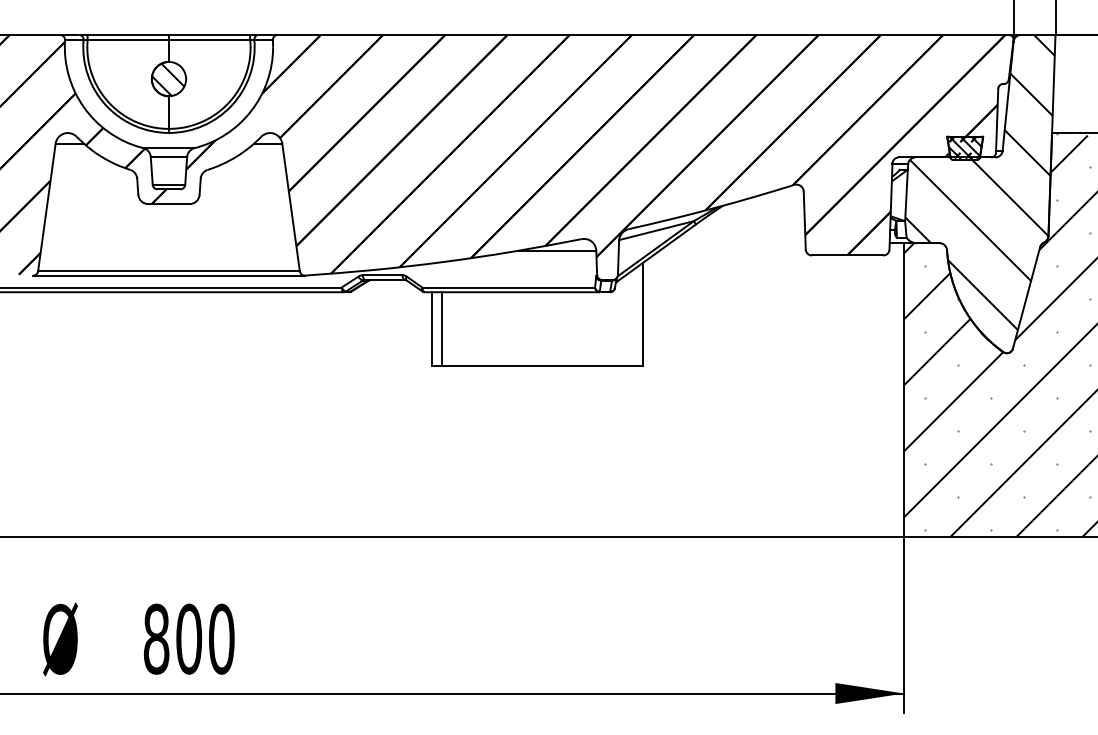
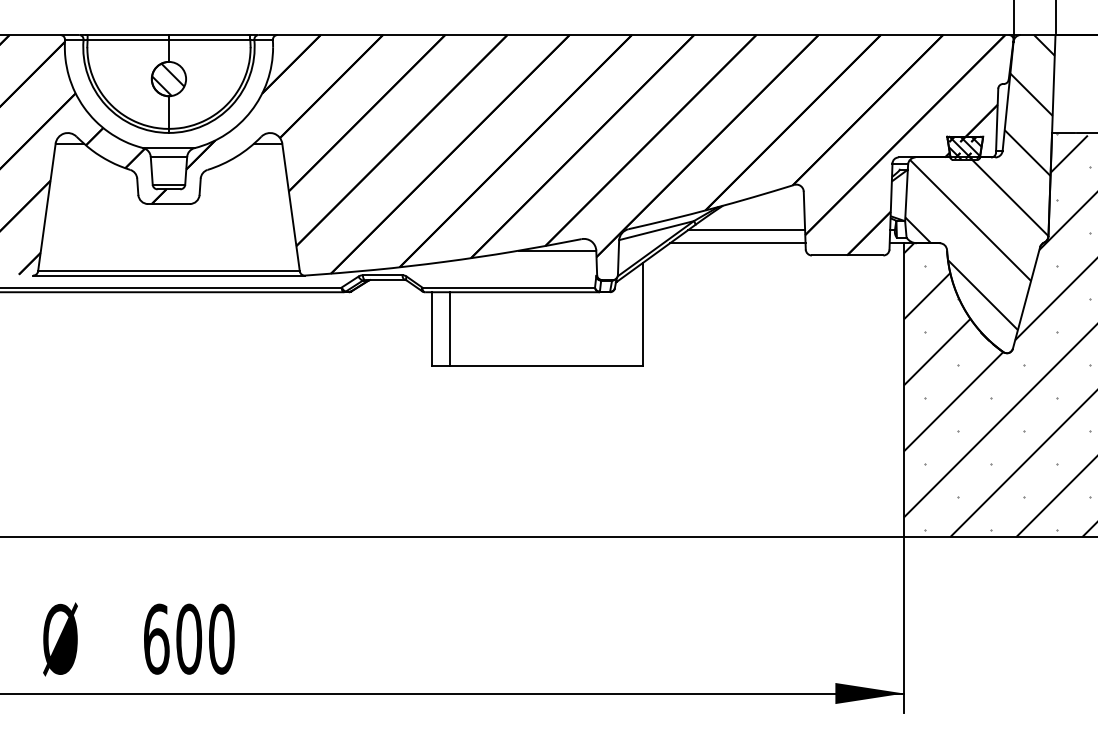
line at (746, 230): none -> present
line at (737, 243): none -> present
line at (442, 328) position: (442, 328) -> (450, 328)
text at (156, 638): 800 -> 600
